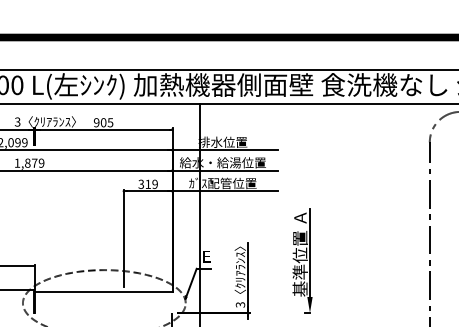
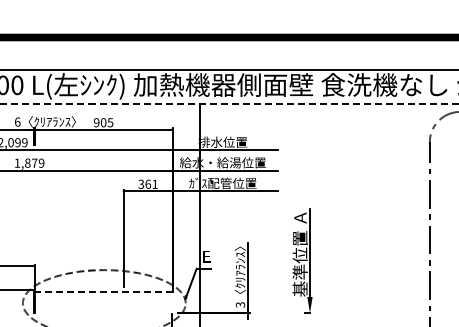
line at (229, 103): solid -> dashed
text at (17, 121): 3 -> 6
text at (151, 183): 319 -> 361
line at (103, 292): solid -> dashed
